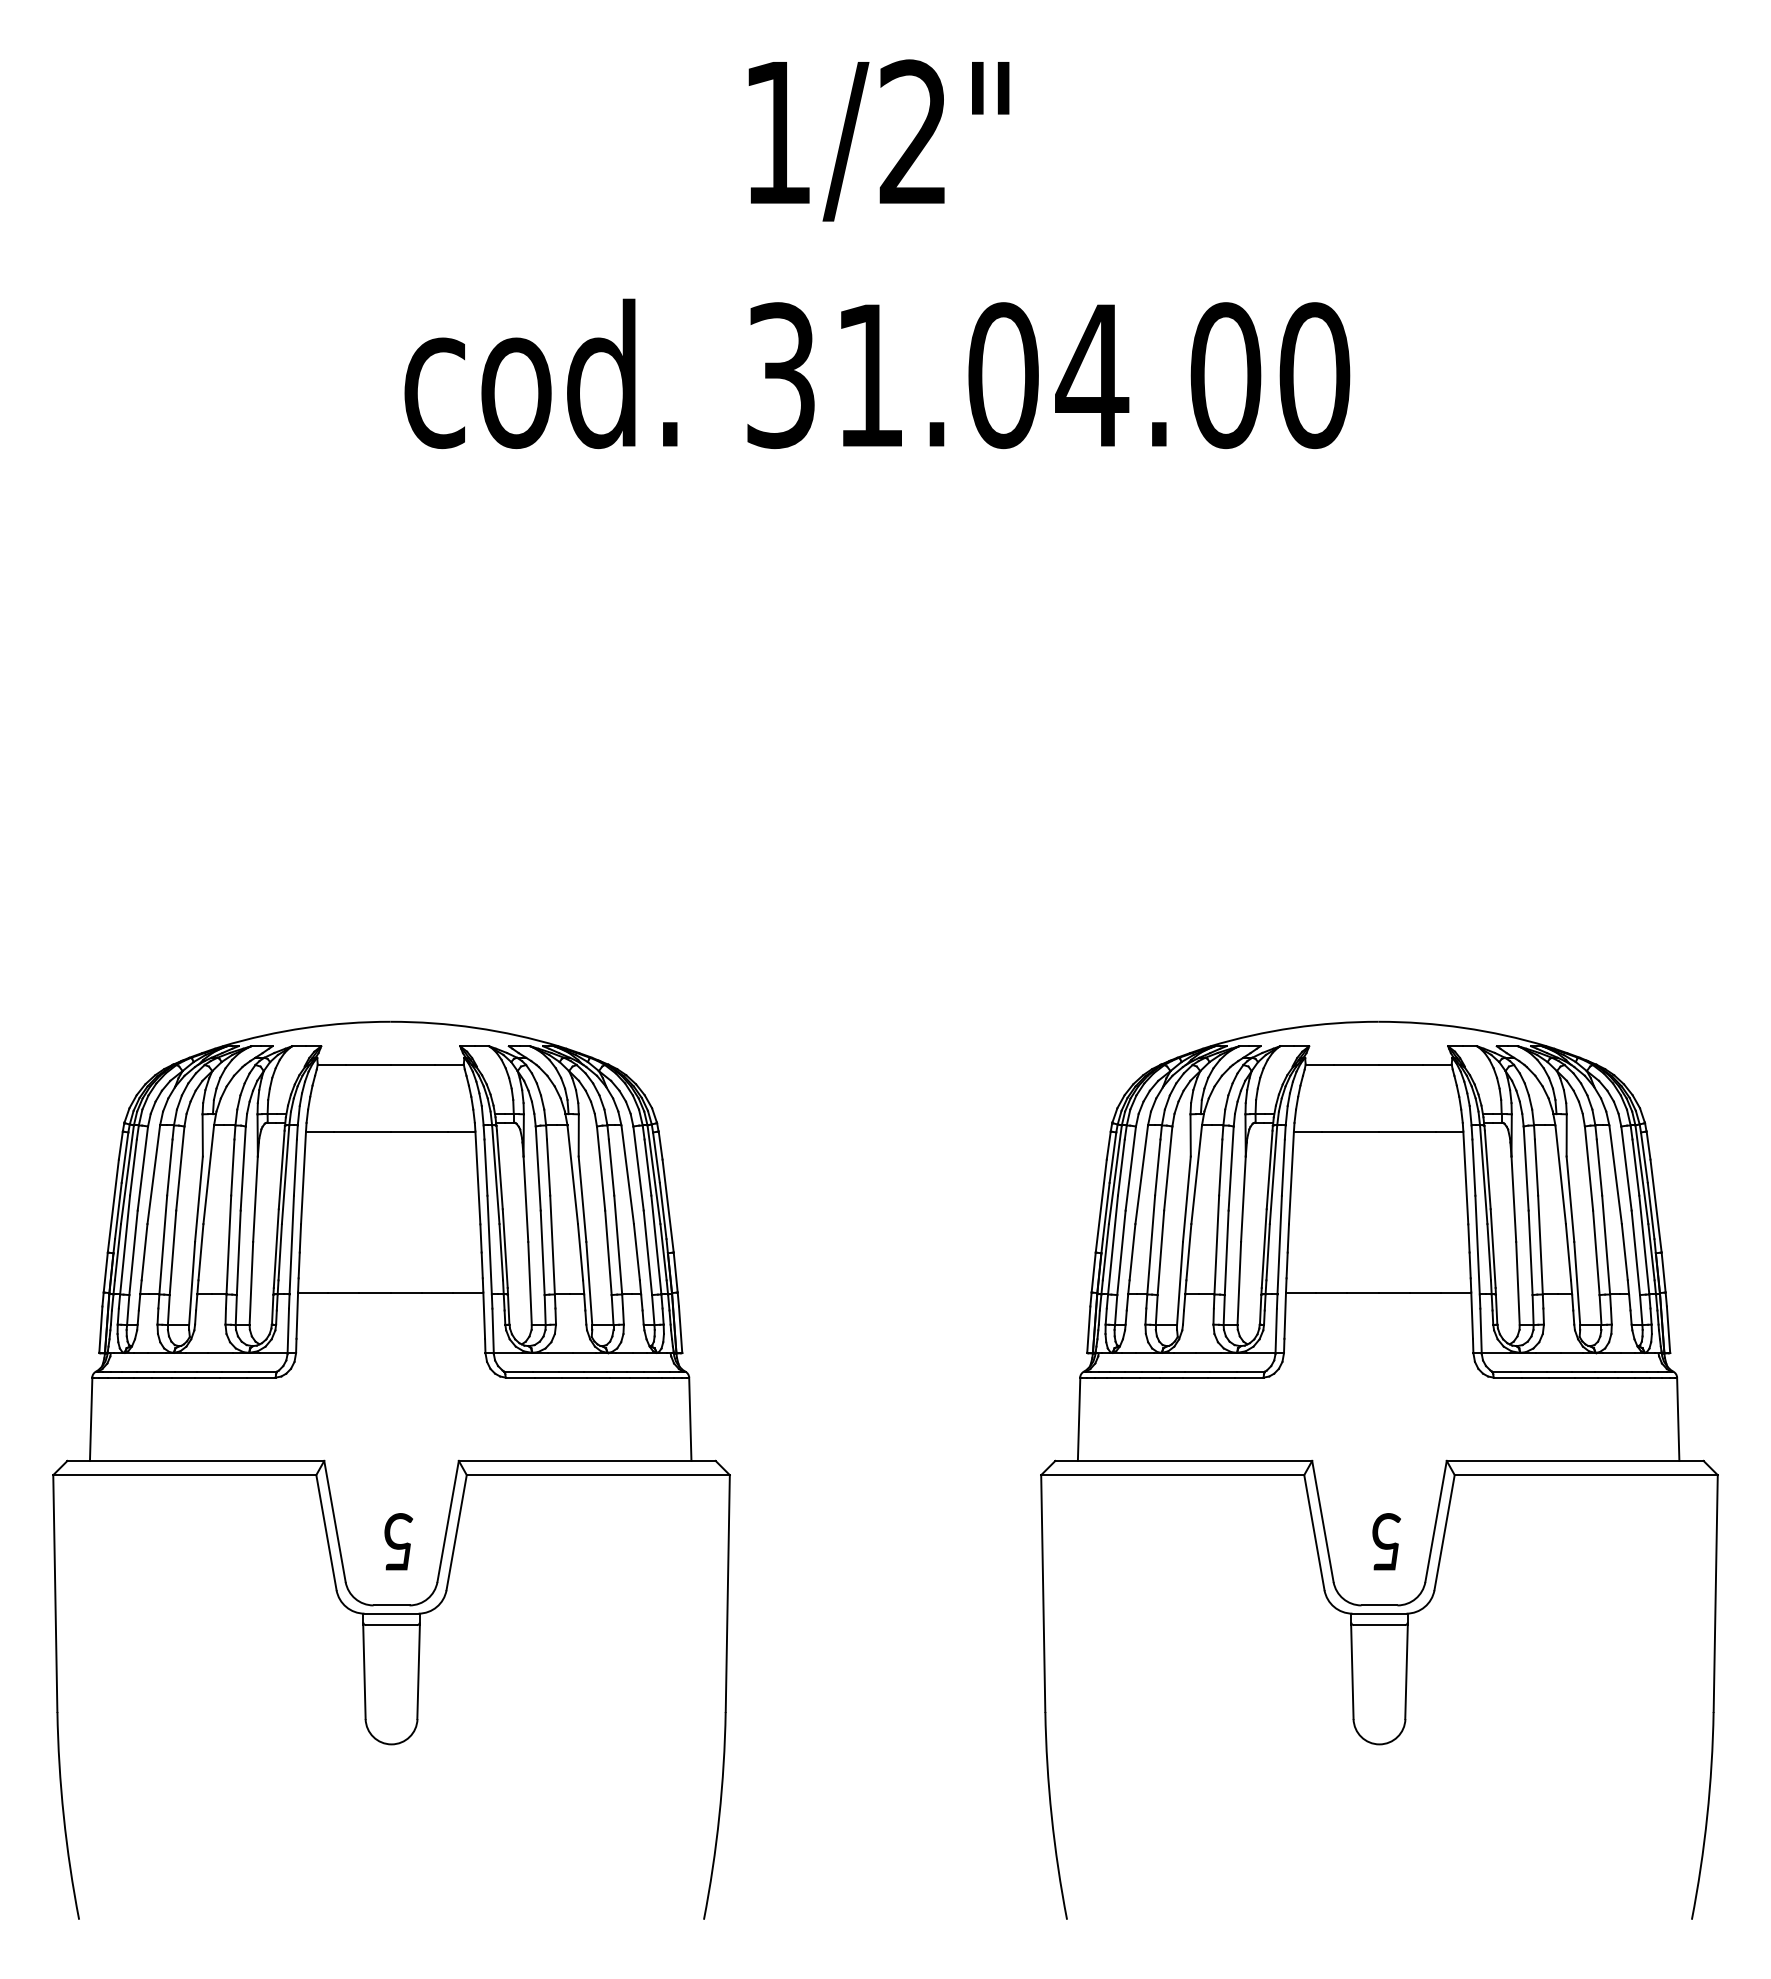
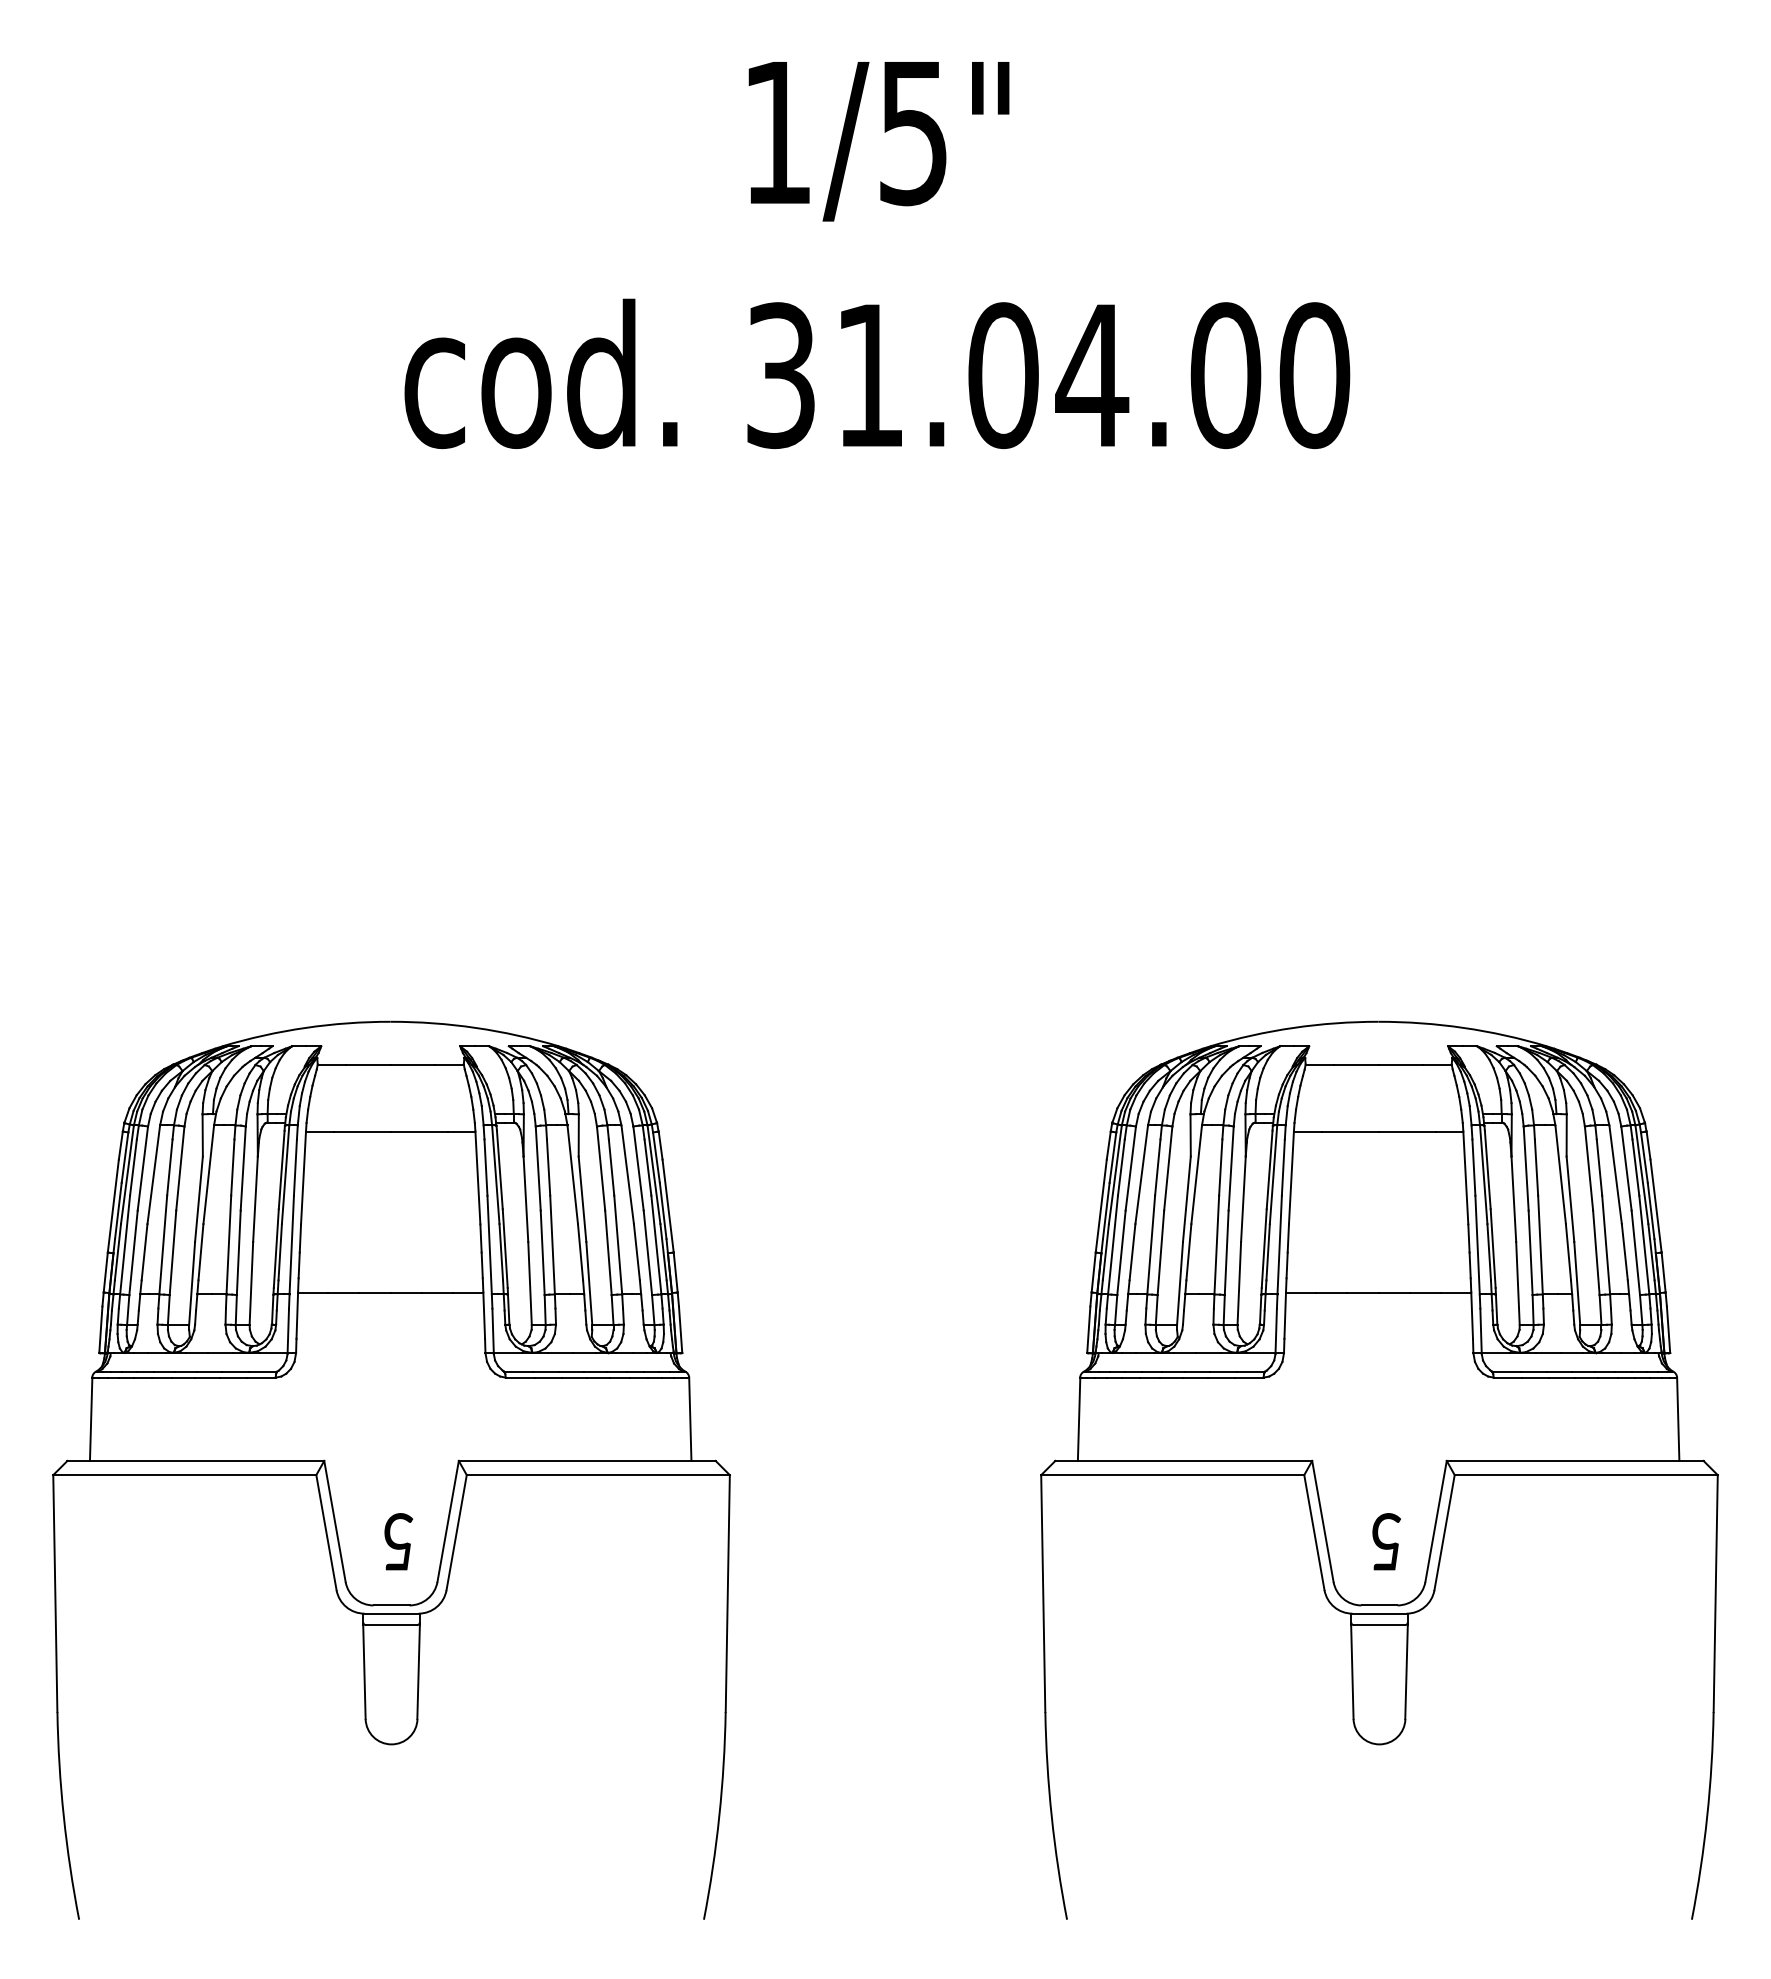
text at (912, 132): 1/2" -> 1/5"
